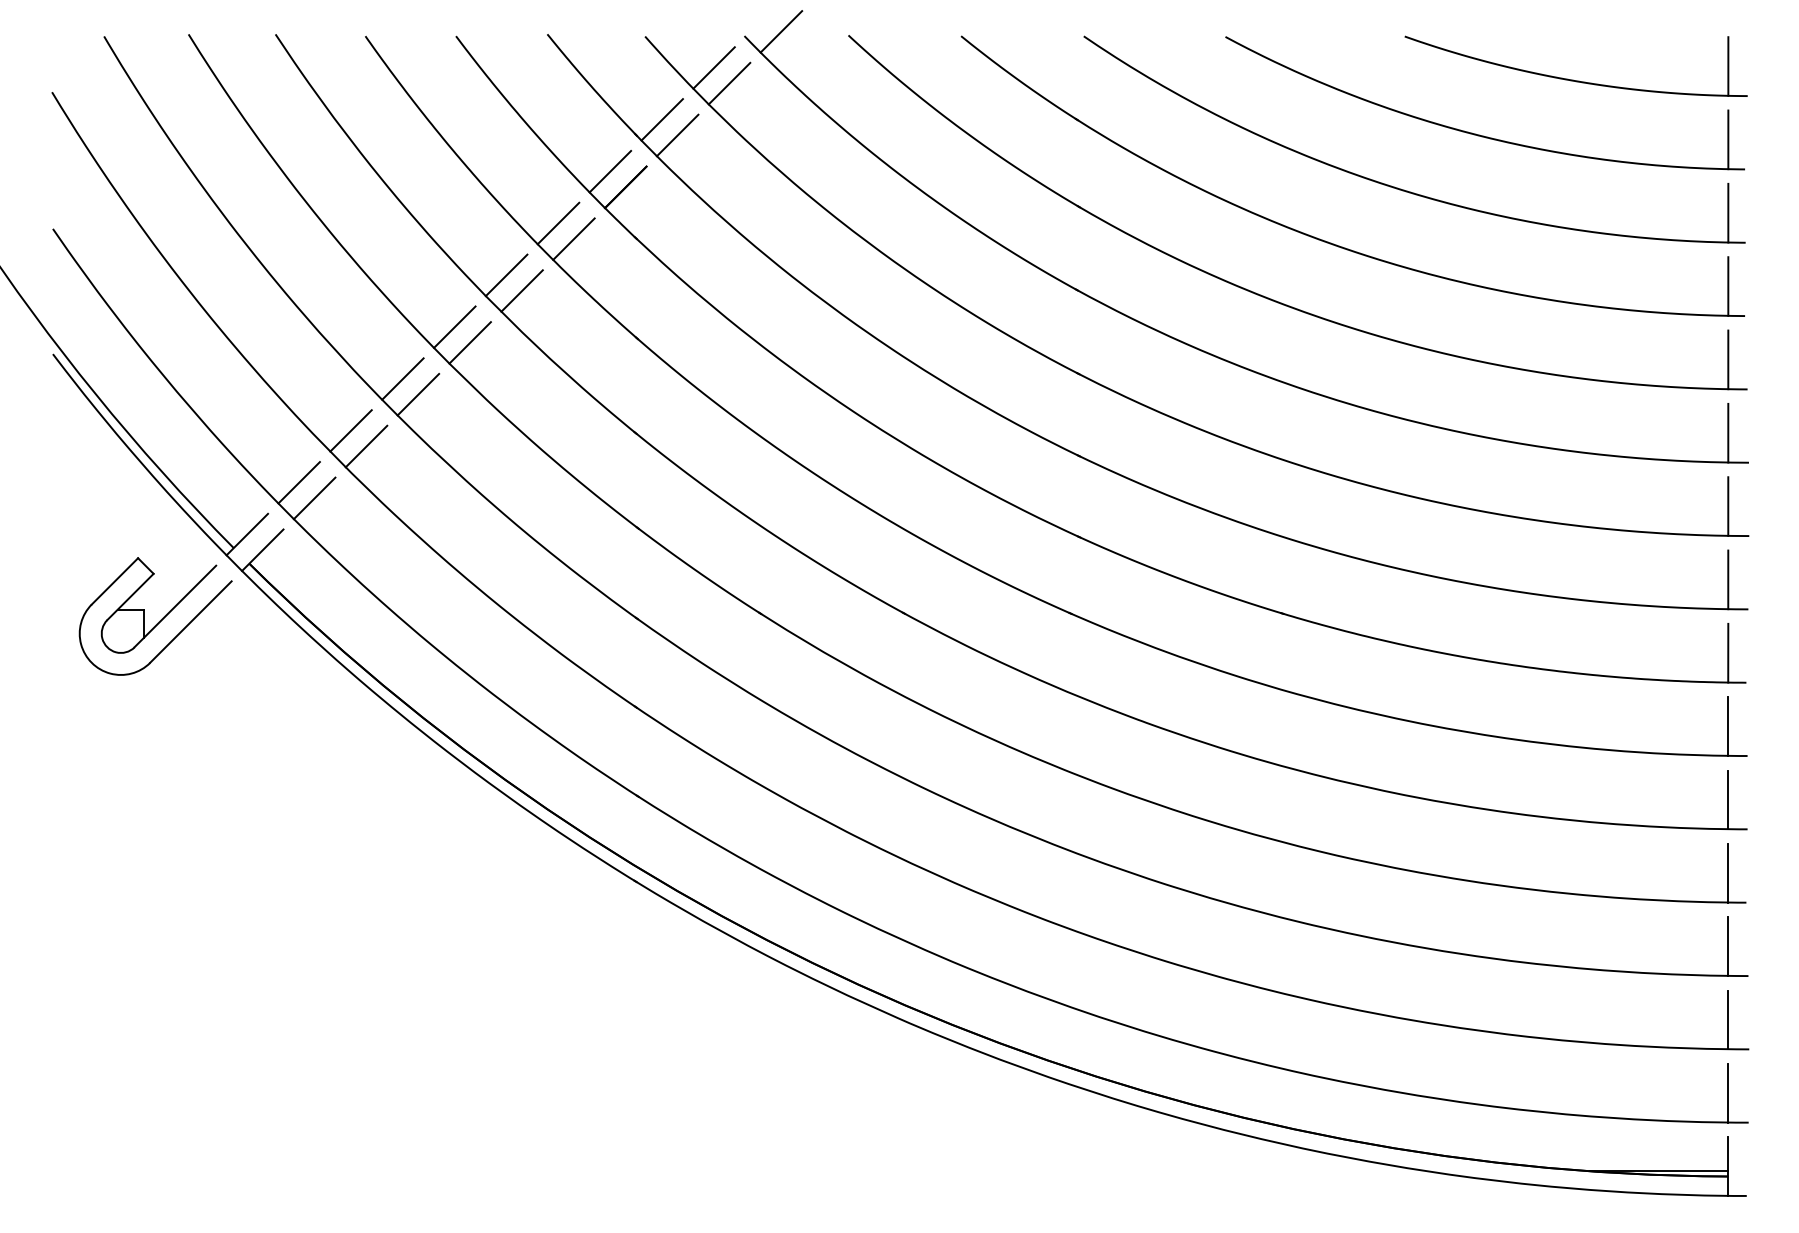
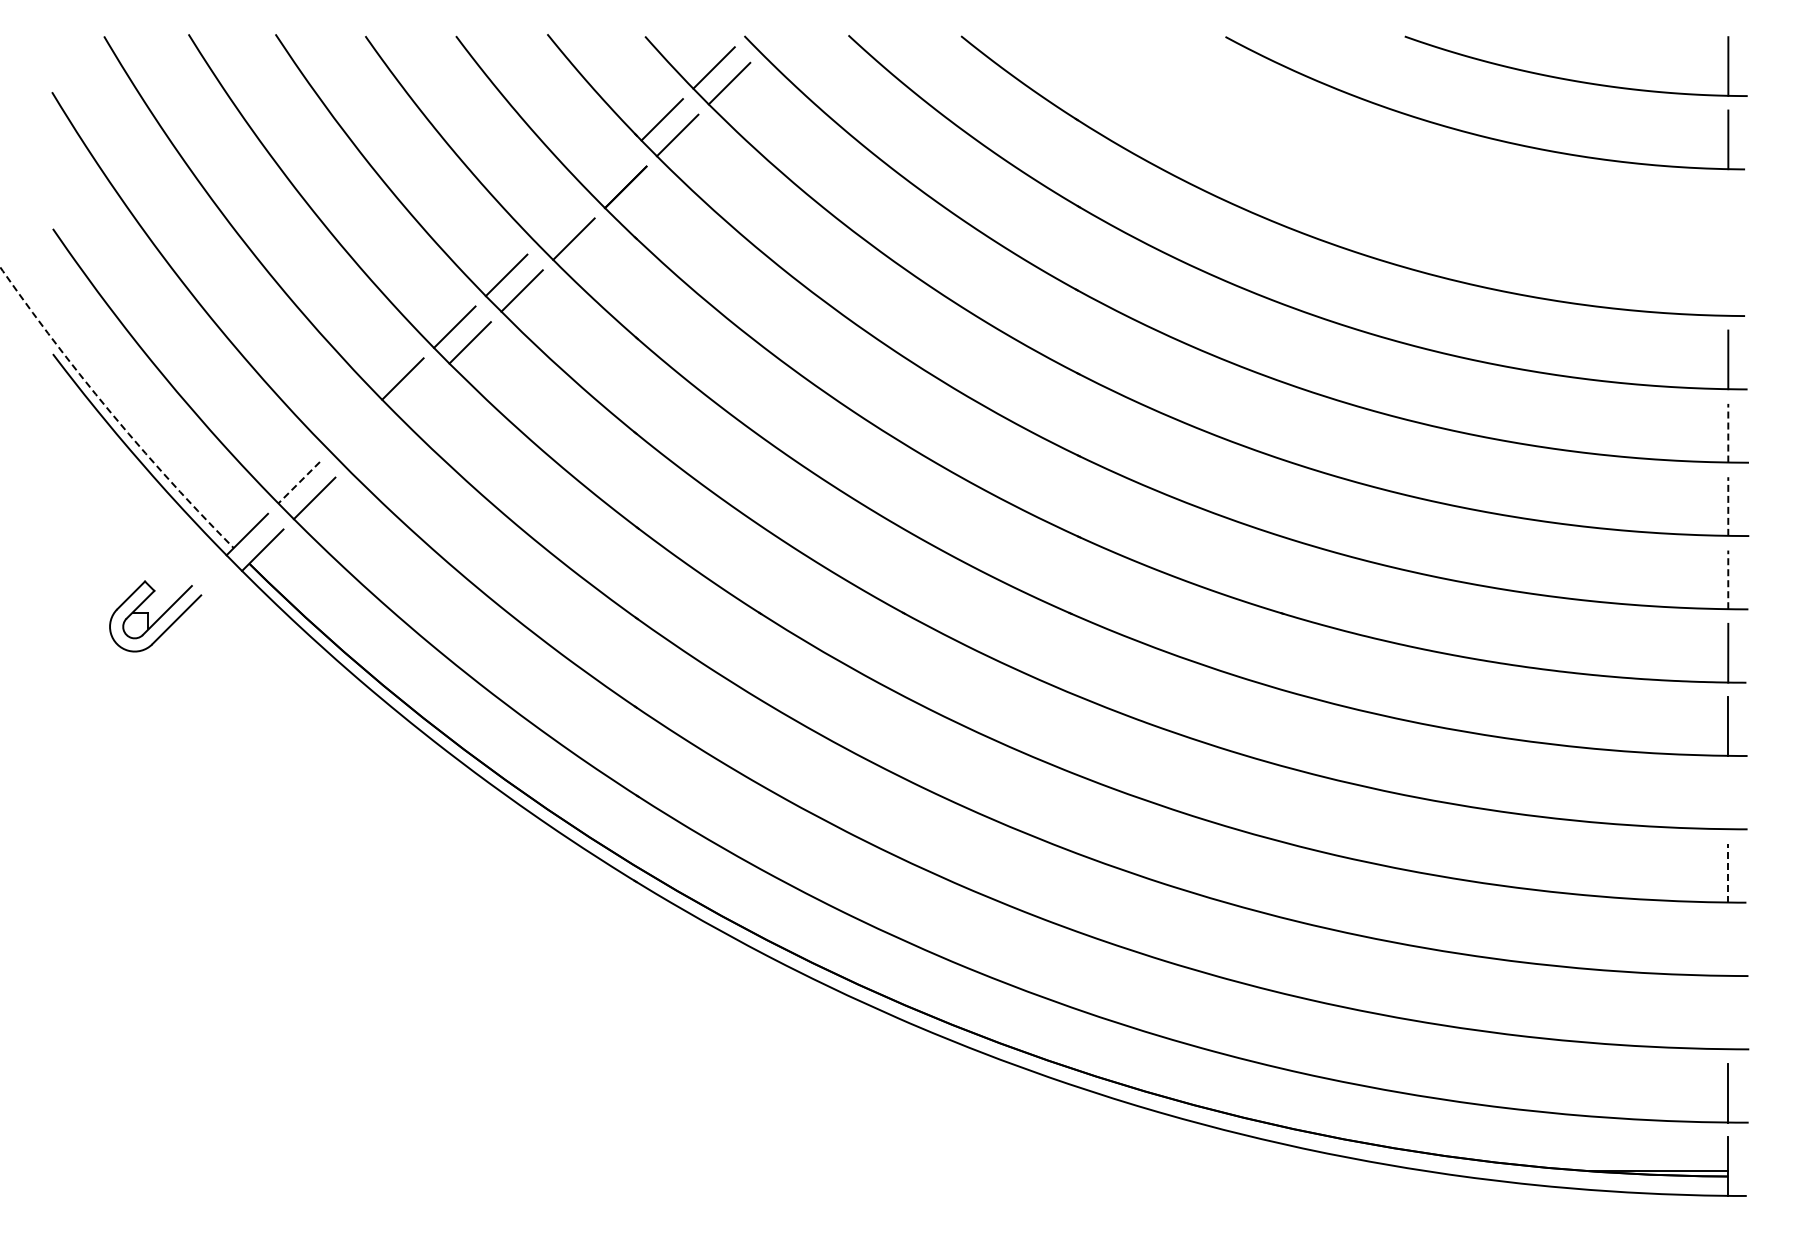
line at (781, 31): present -> none
line at (610, 171): present -> none
part at (1397, 187): present -> none
line at (558, 223): present -> none
line at (1728, 286): present -> none
line at (418, 394): present -> none
arc at (110, 412): solid -> dashed
line at (350, 430): present -> none
line at (1728, 432): solid -> dashed
line at (366, 446): present -> none
line at (298, 483): solid -> dashed
line at (1728, 506): solid -> dashed
line at (1728, 579): solid -> dashed
part at (155, 616) size: 155x119 px -> 94x73 px
line at (1728, 799): present -> none
line at (1728, 872): solid -> dashed
line at (1728, 946): present -> none
line at (1728, 1019): present -> none
